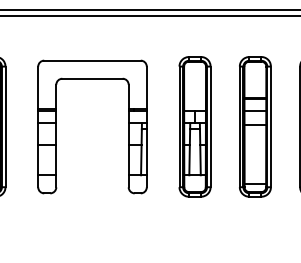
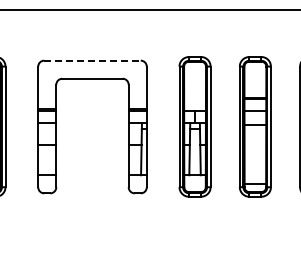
line at (149, 16): present -> none
line at (93, 60): solid -> dashed
